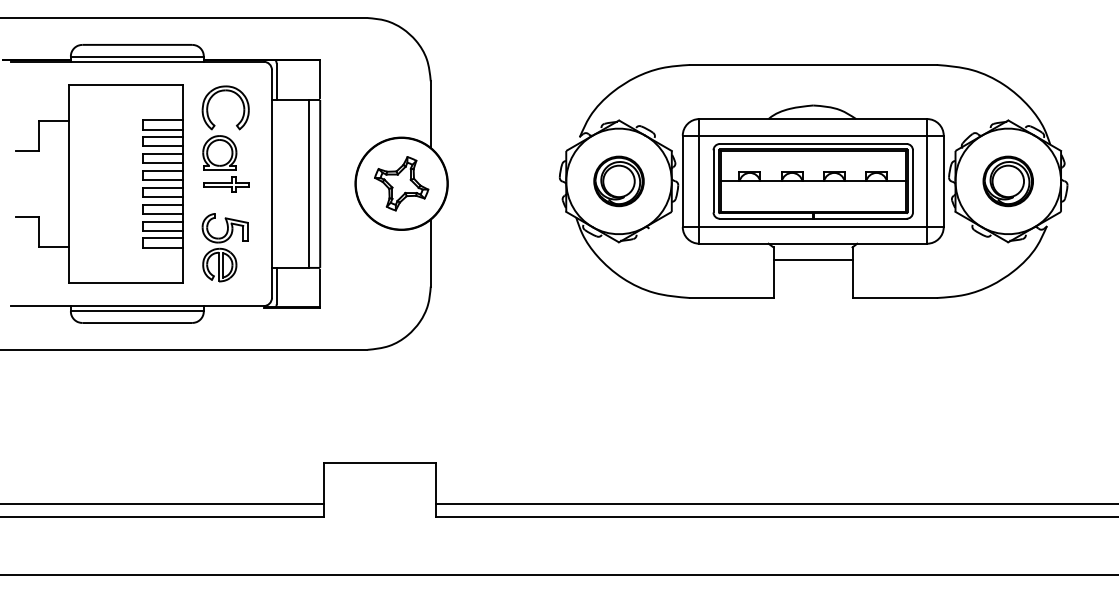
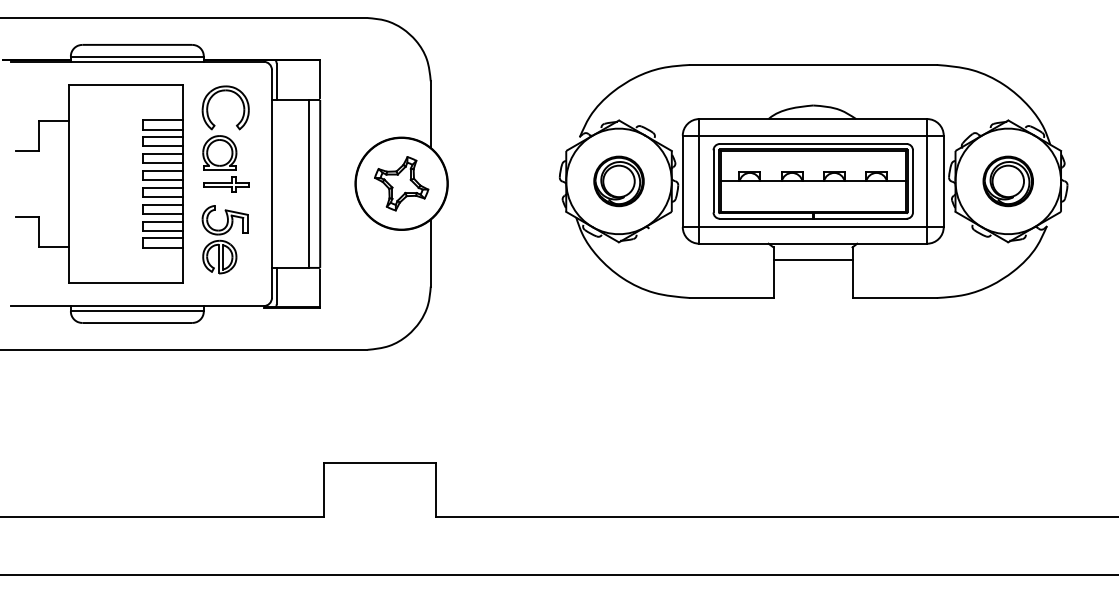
part at (224, 247) position: (224, 247) -> (224, 239)
line at (163, 504): present -> none
line at (775, 504): present -> none
